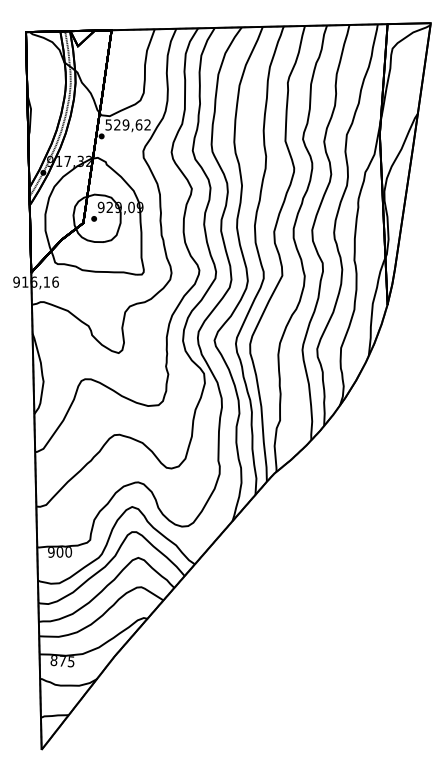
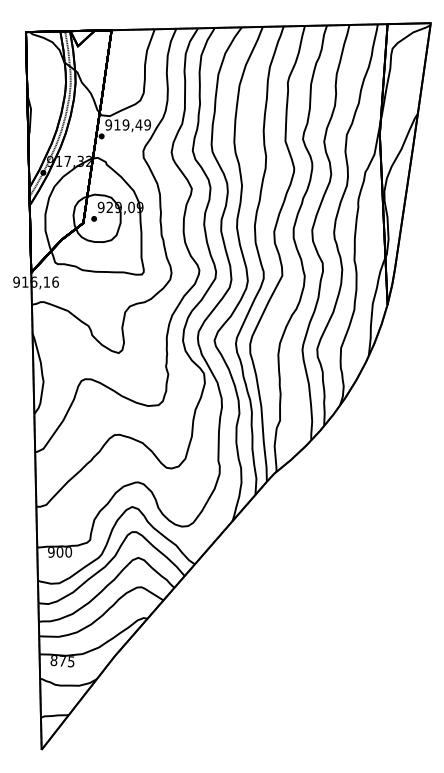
text at (127, 124): 529,62 -> 919,49
